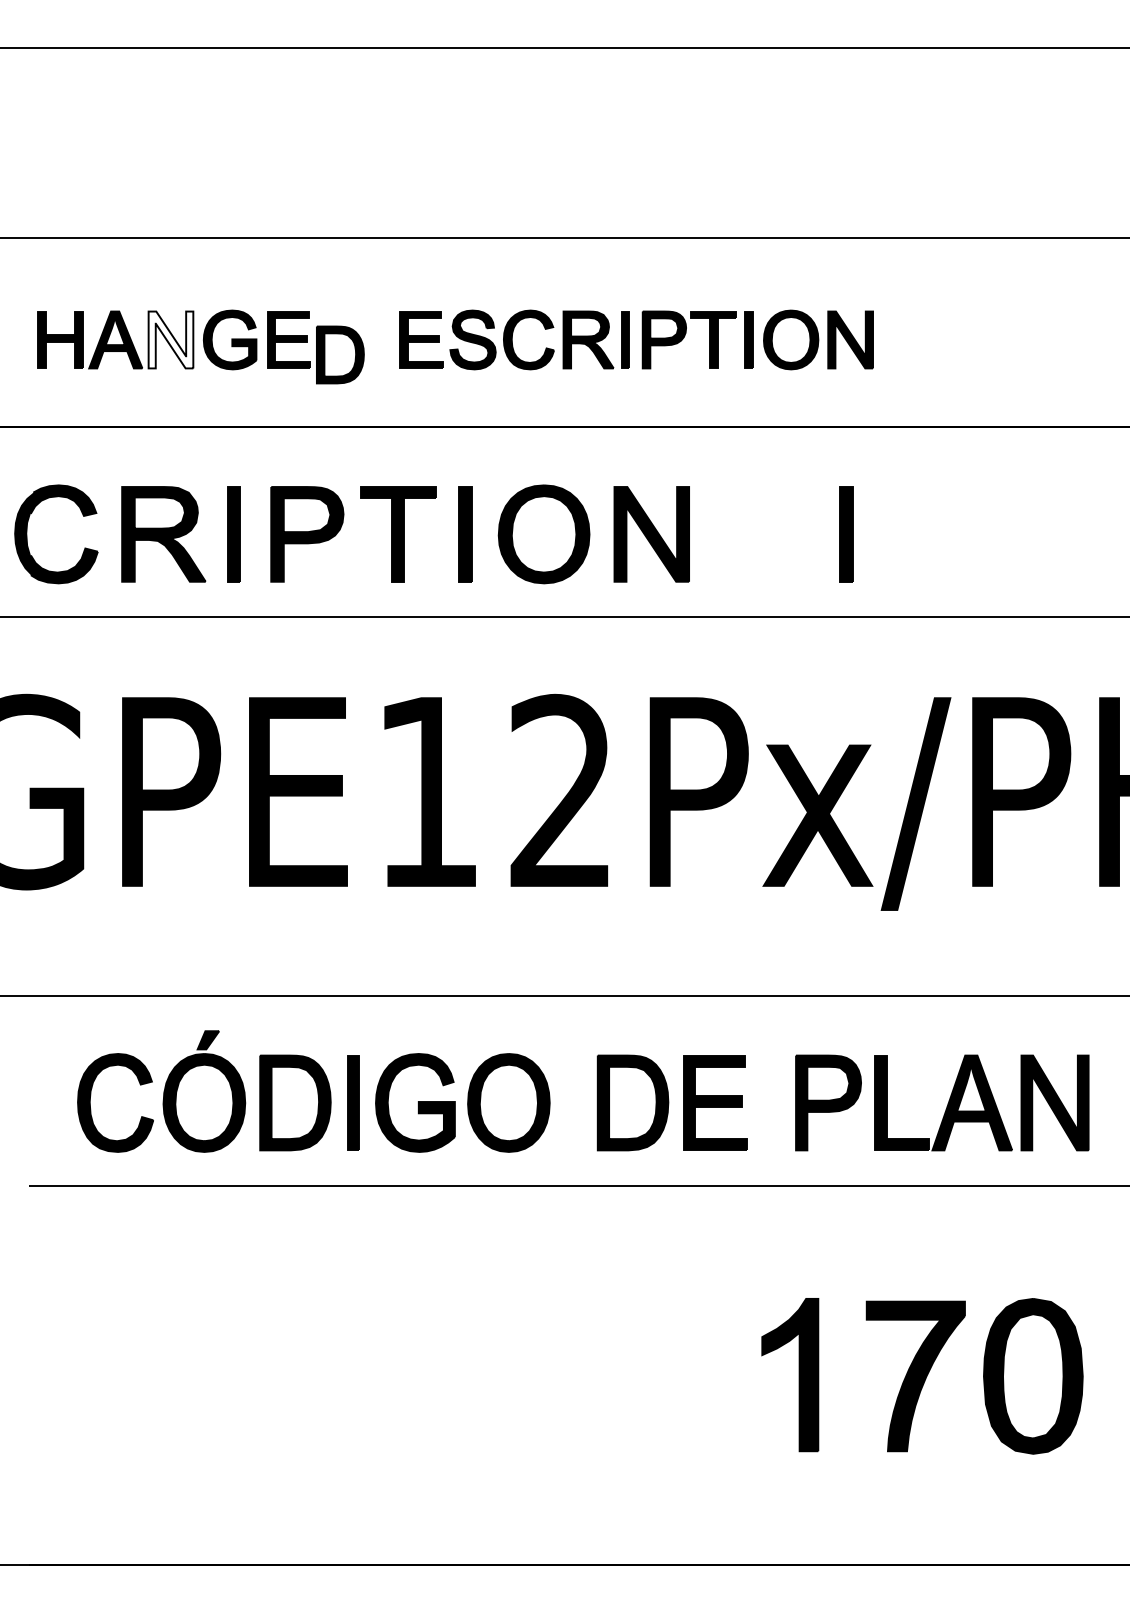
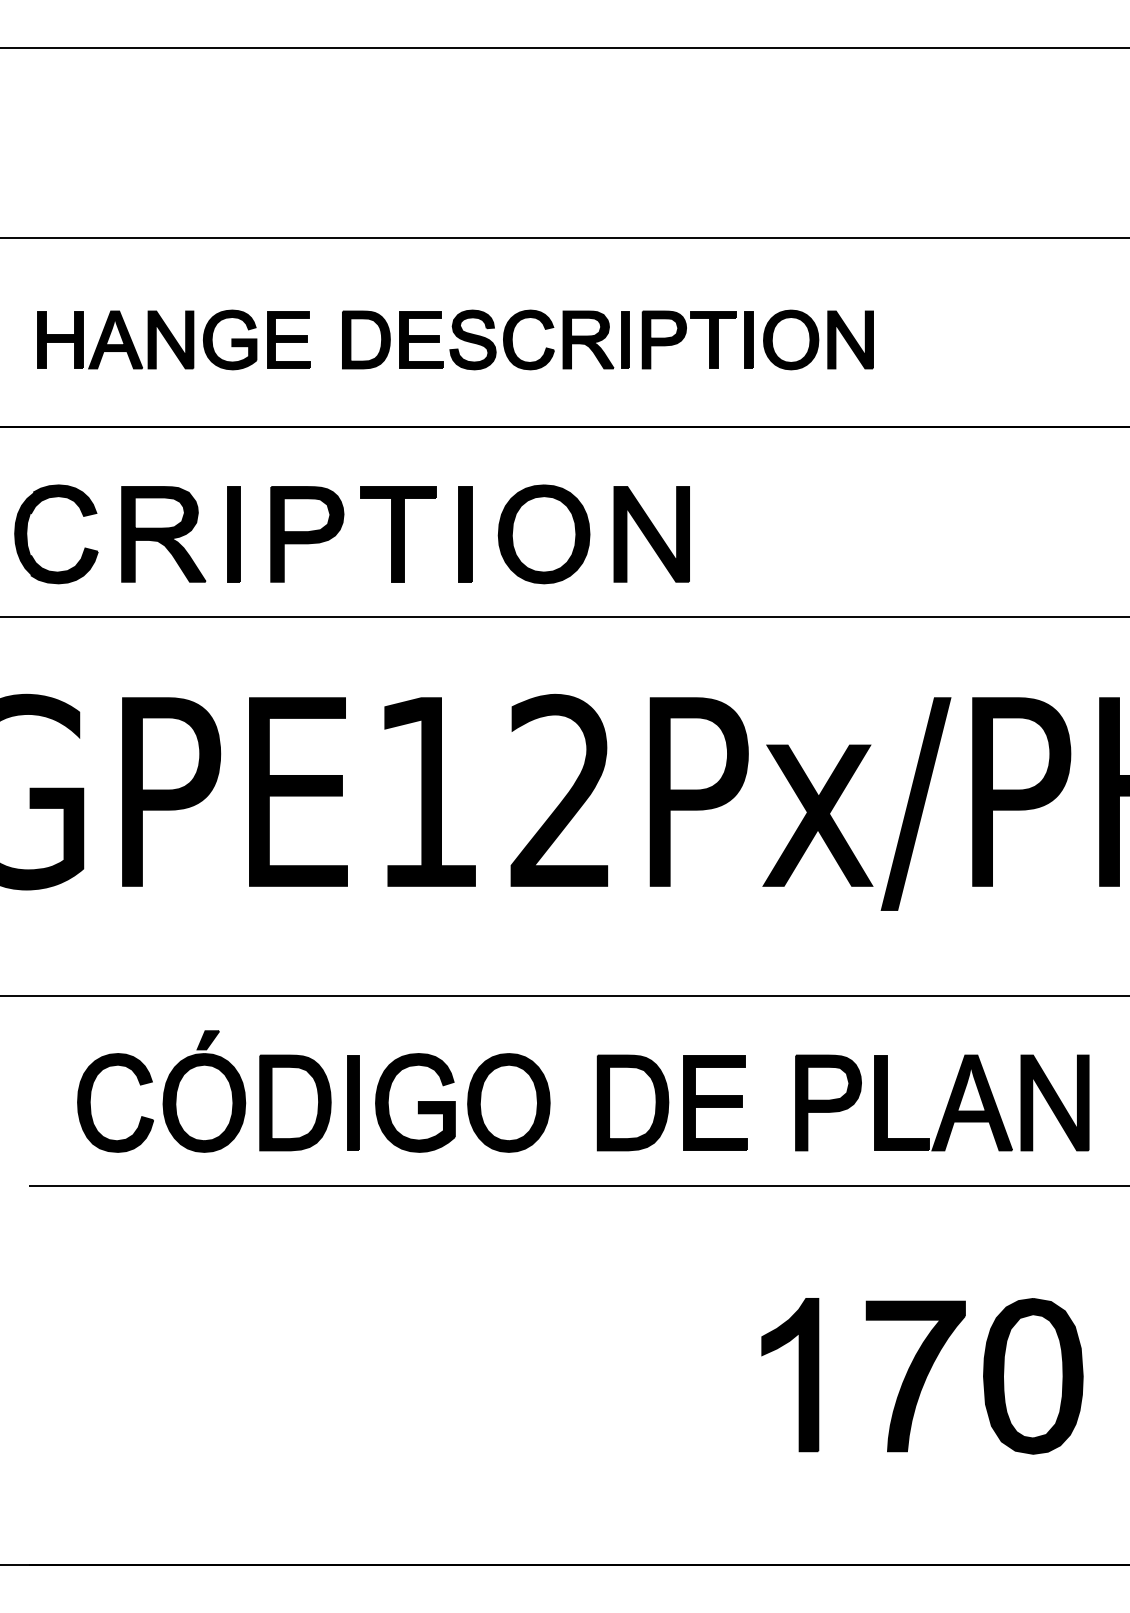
fill at (170, 339): none -> present
part at (340, 354) position: (340, 354) -> (366, 339)
part at (846, 534): present -> none
